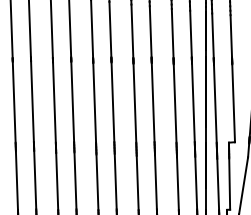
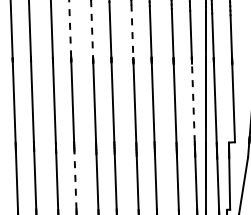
line at (70, 28): solid -> dashed
line at (92, 29): solid -> dashed
line at (132, 31): solid -> dashed
line at (193, 102): solid -> dashed
line at (75, 180): solid -> dashed
